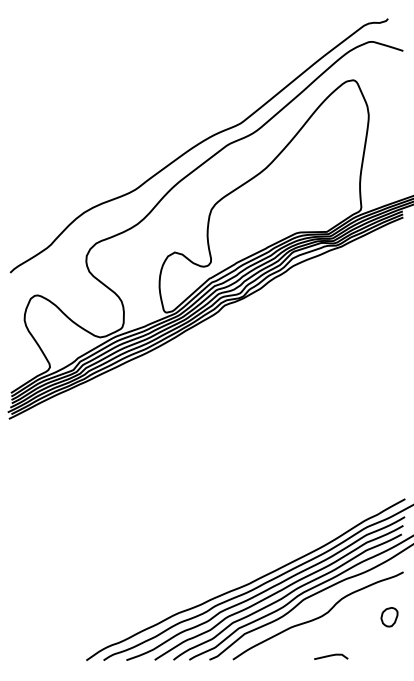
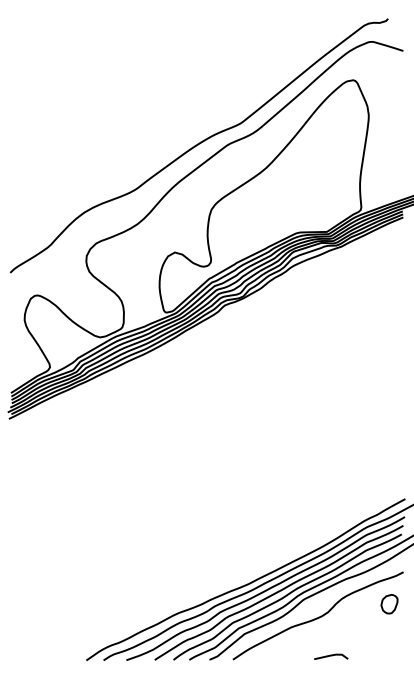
part at (389, 617) position: (389, 617) -> (389, 604)
